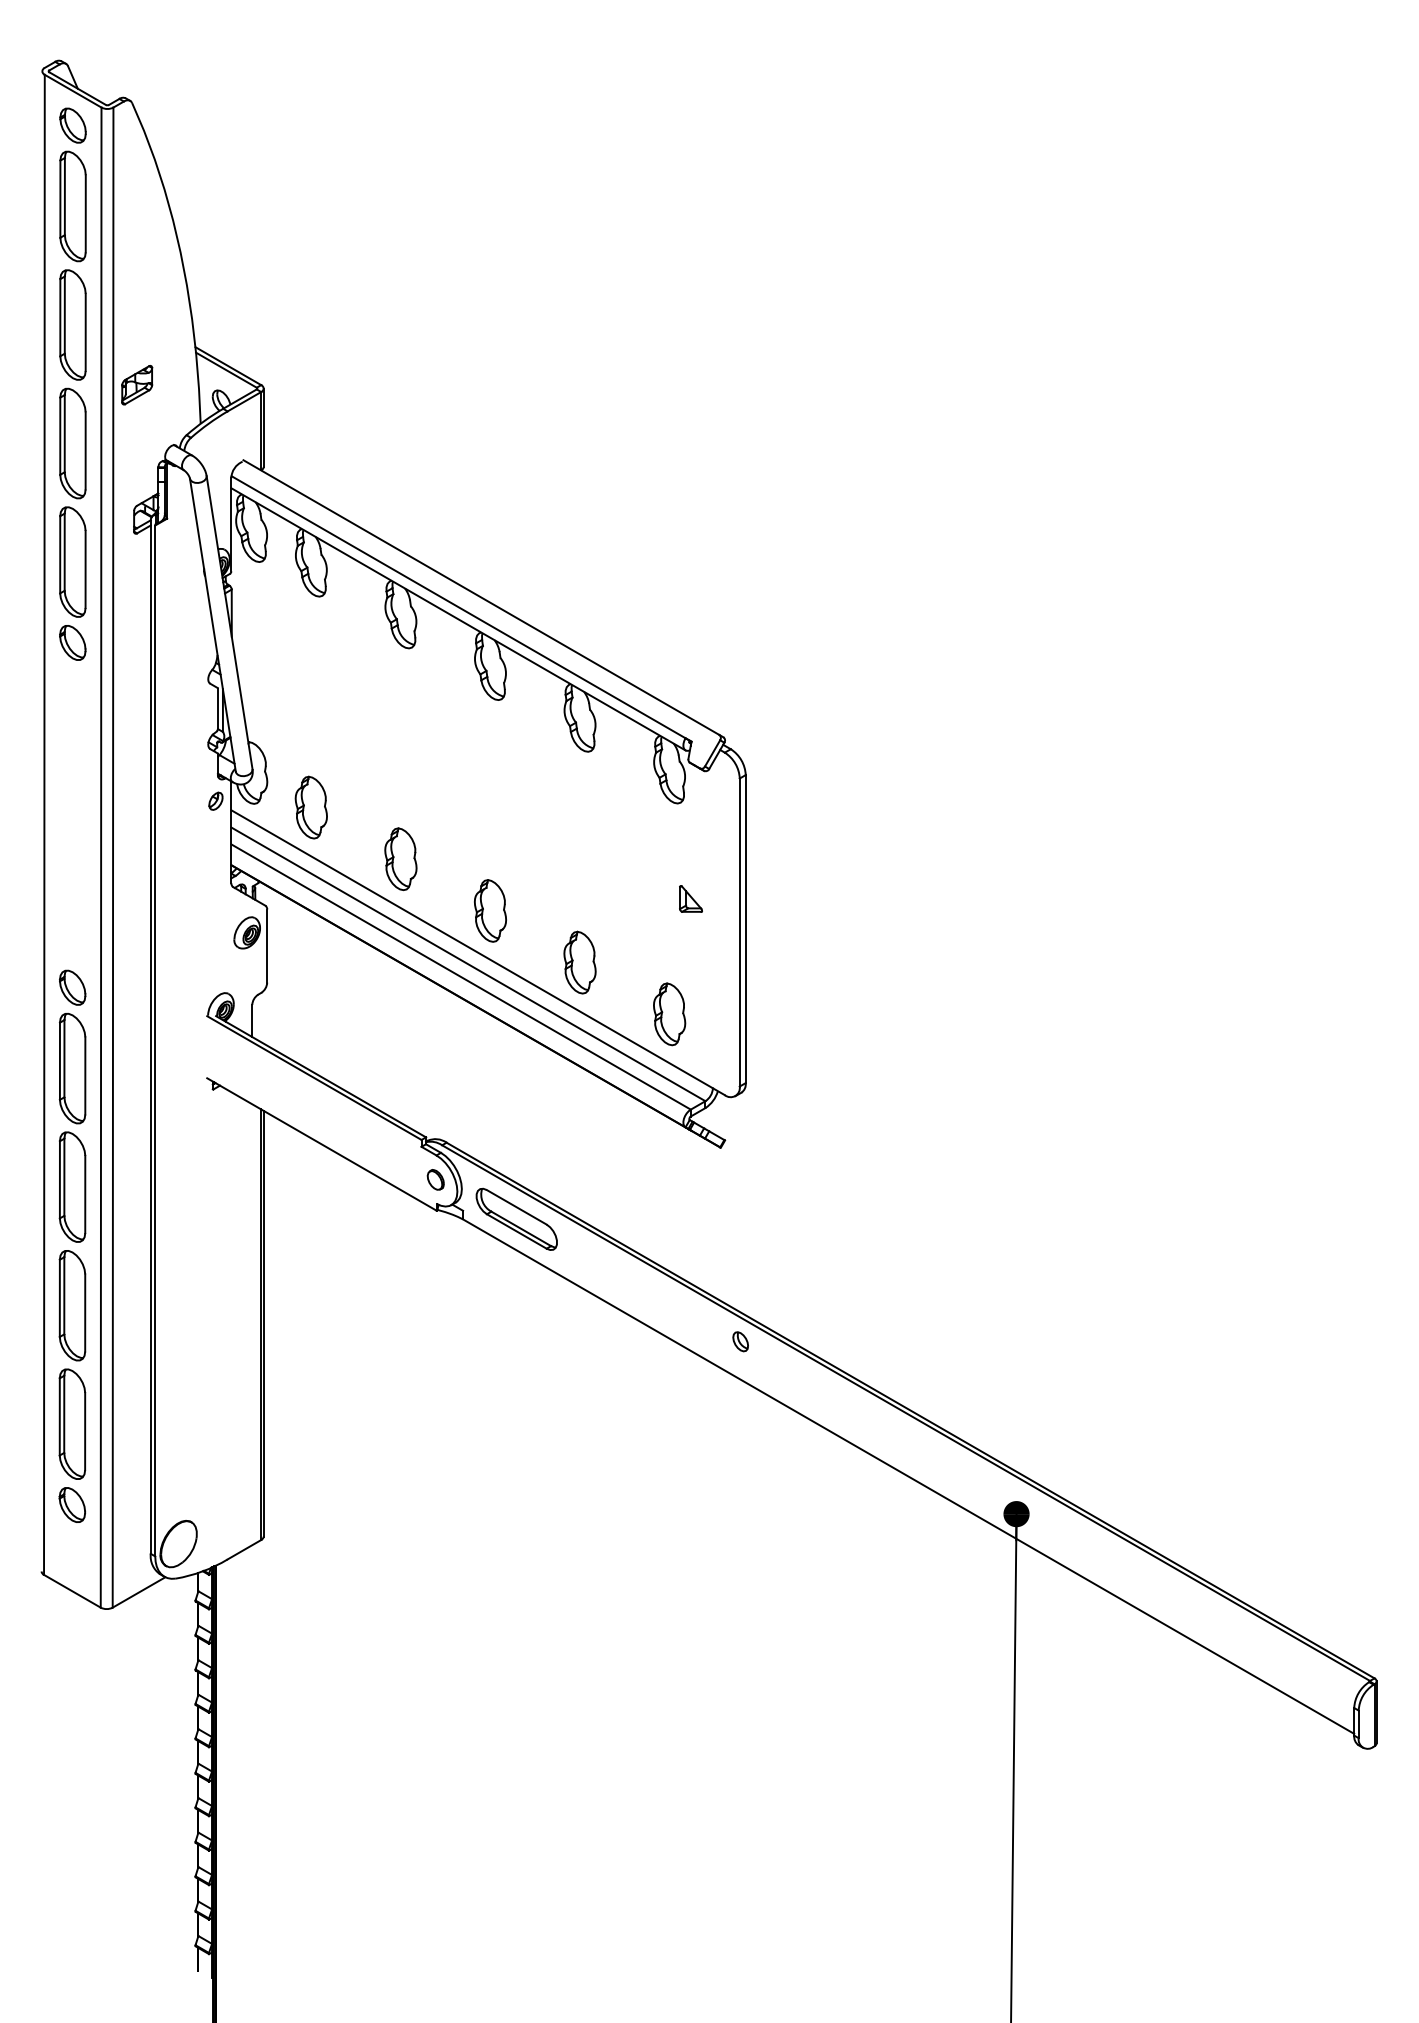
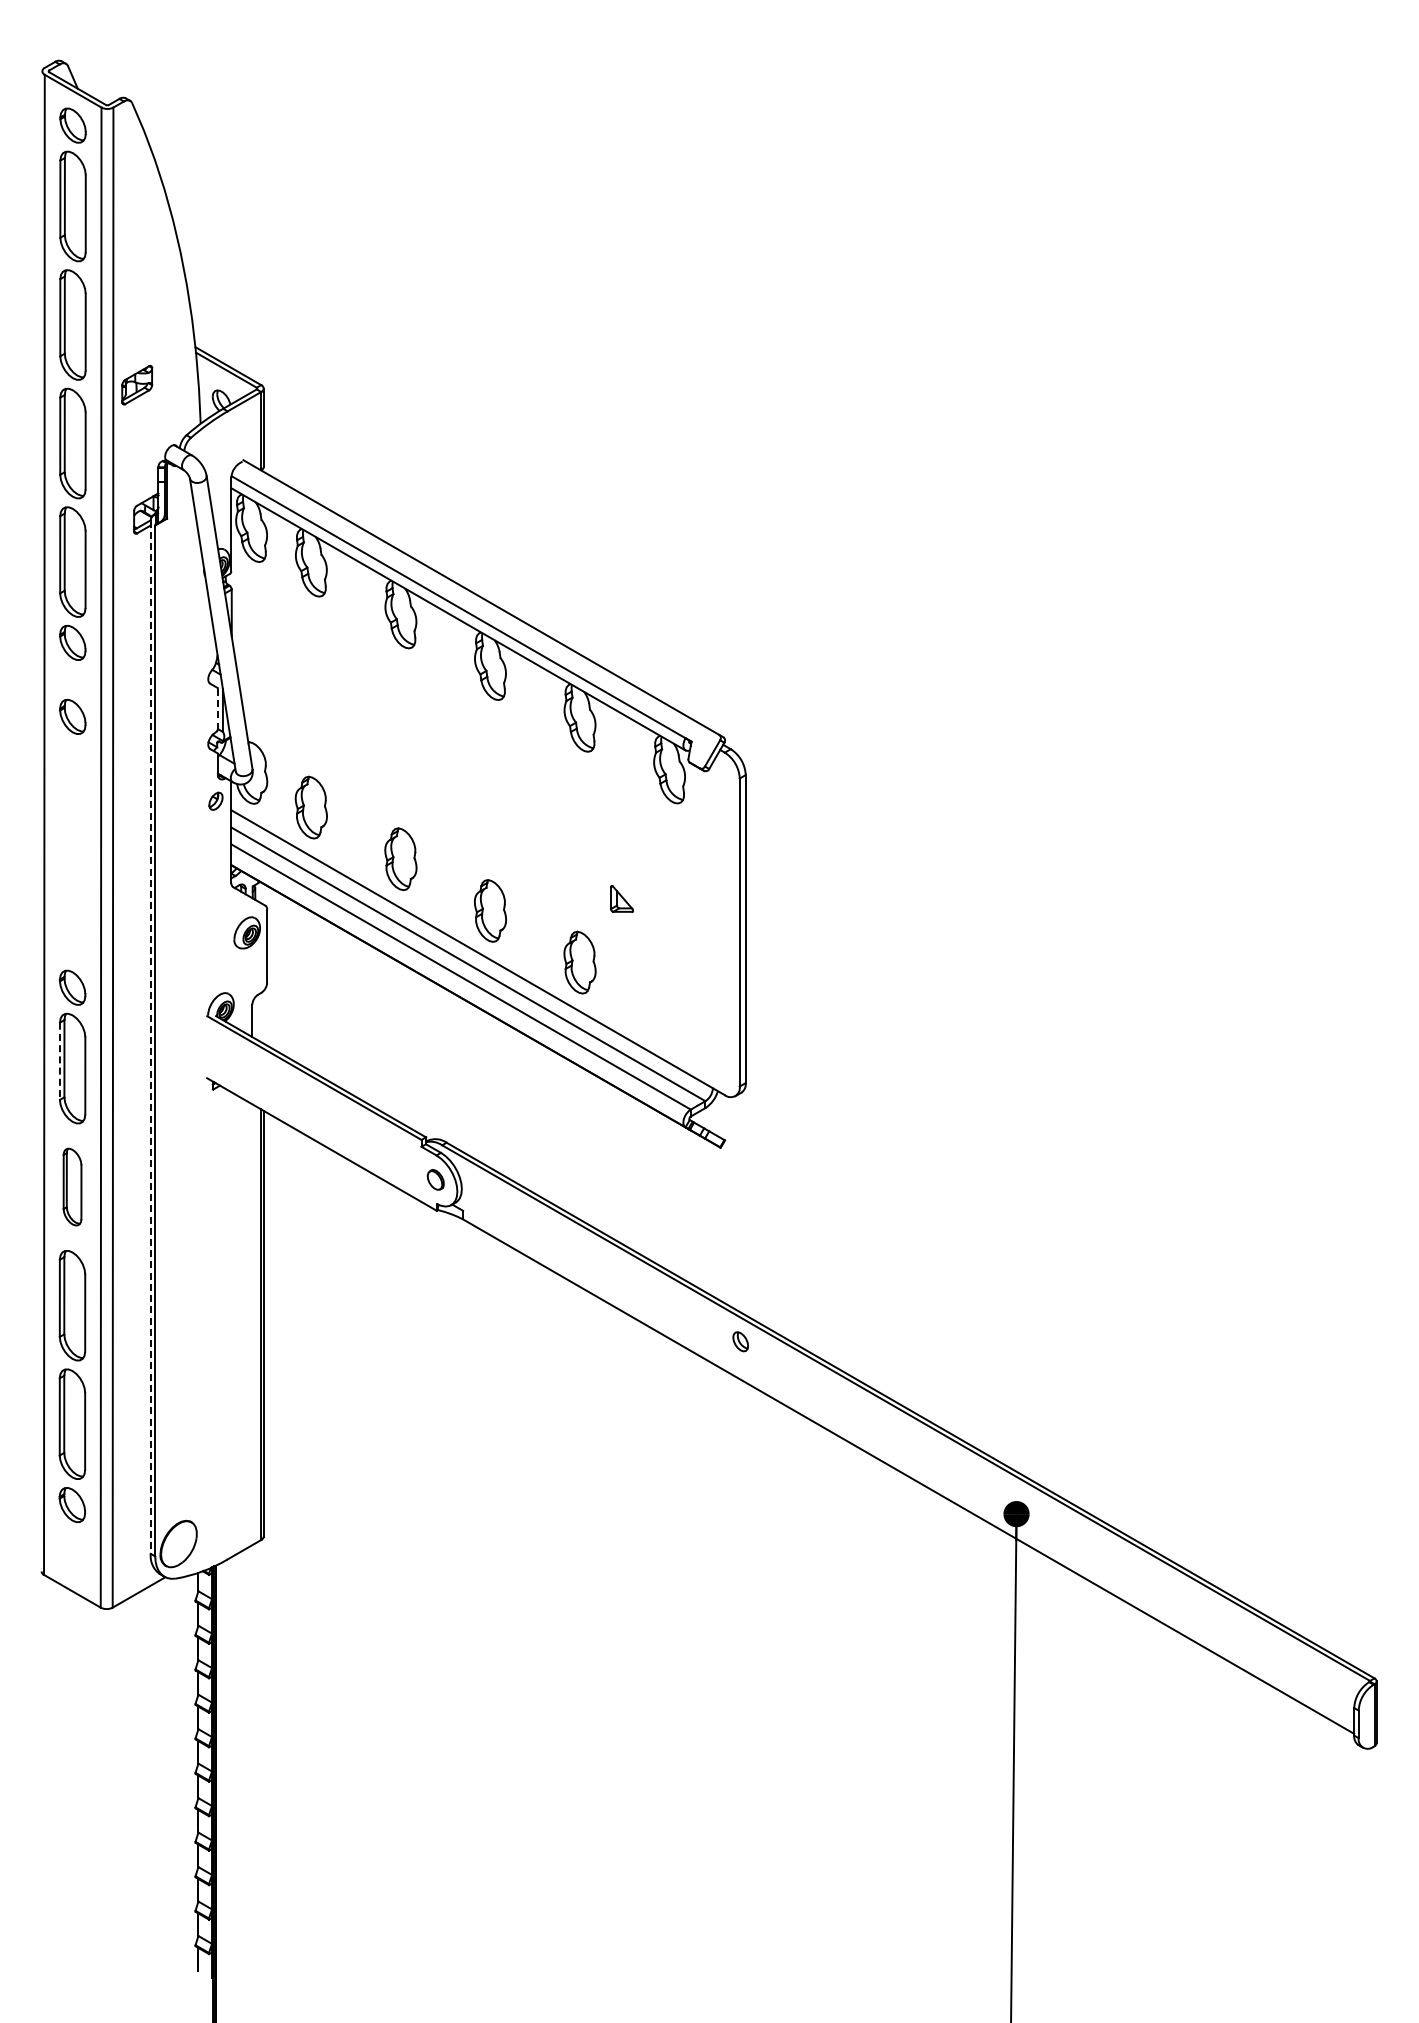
line at (217, 709): solid -> dashed
part at (72, 716): none -> present
part at (690, 898) position: (690, 898) -> (621, 898)
part at (669, 1014): present -> none
line at (150, 1037): solid -> dashed
line at (59, 1061): solid -> dashed
part at (72, 1186) size: 29x112 px -> 21x80 px
part at (516, 1218): present -> none
